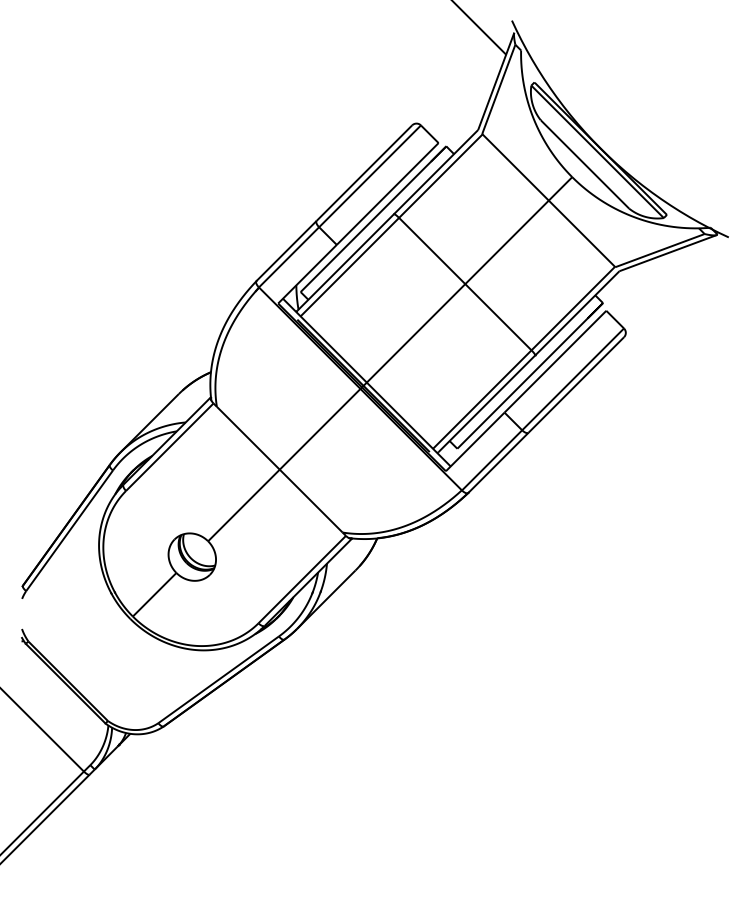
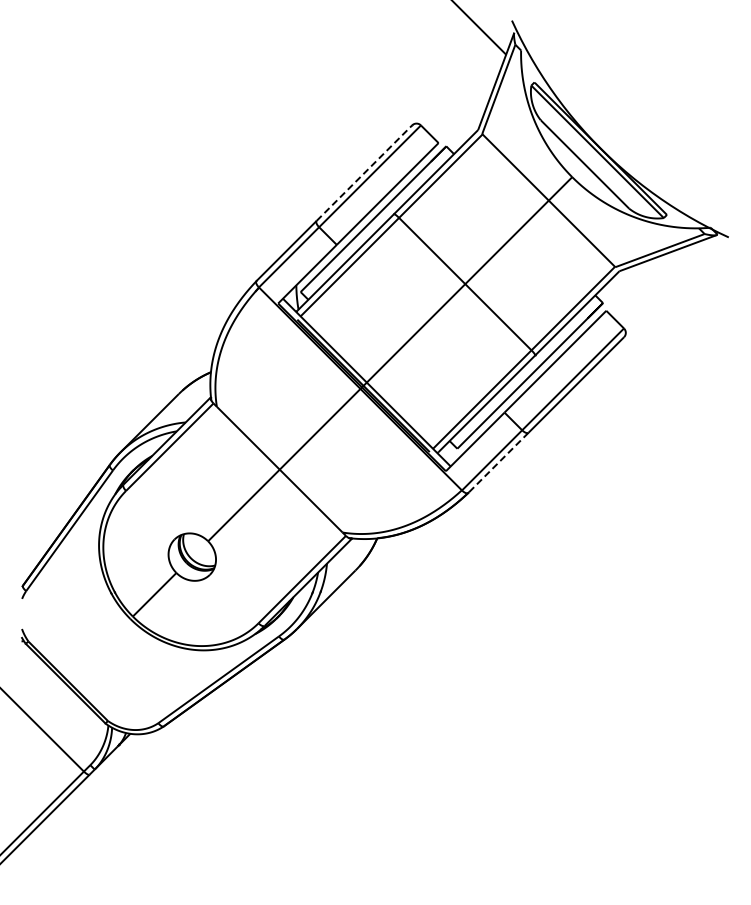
line at (364, 172): solid -> dashed
line at (498, 462): solid -> dashed
